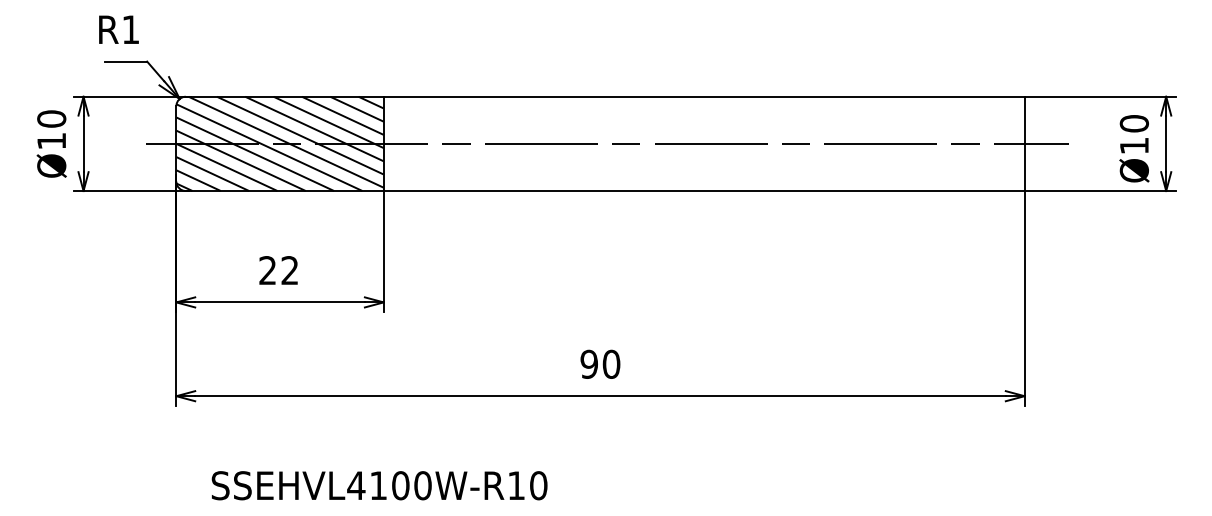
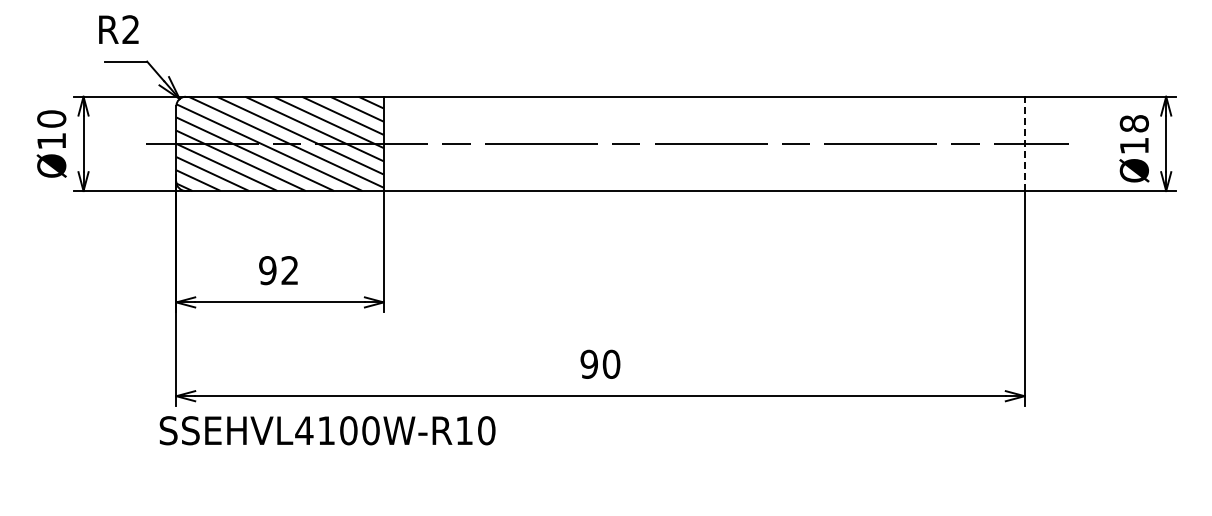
text at (130, 29): R1 -> R2
text at (1134, 123): Ø10 -> Ø18
line at (1024, 143): solid -> dashed
text at (267, 270): 22 -> 92
text at (379, 485) position: (379, 485) -> (327, 430)
